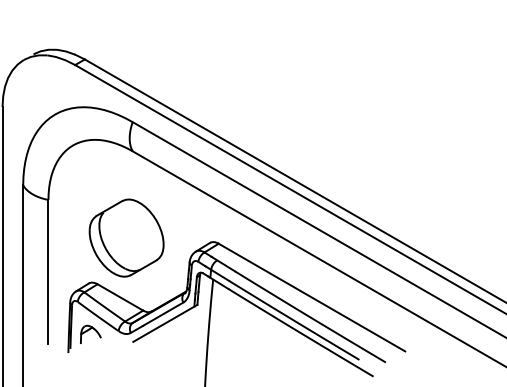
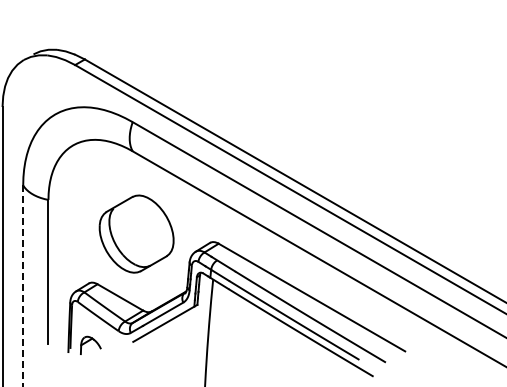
part at (126, 237) position: (126, 237) -> (136, 233)
line at (23, 286): solid -> dashed
part at (90, 333) position: (90, 333) -> (90, 344)
